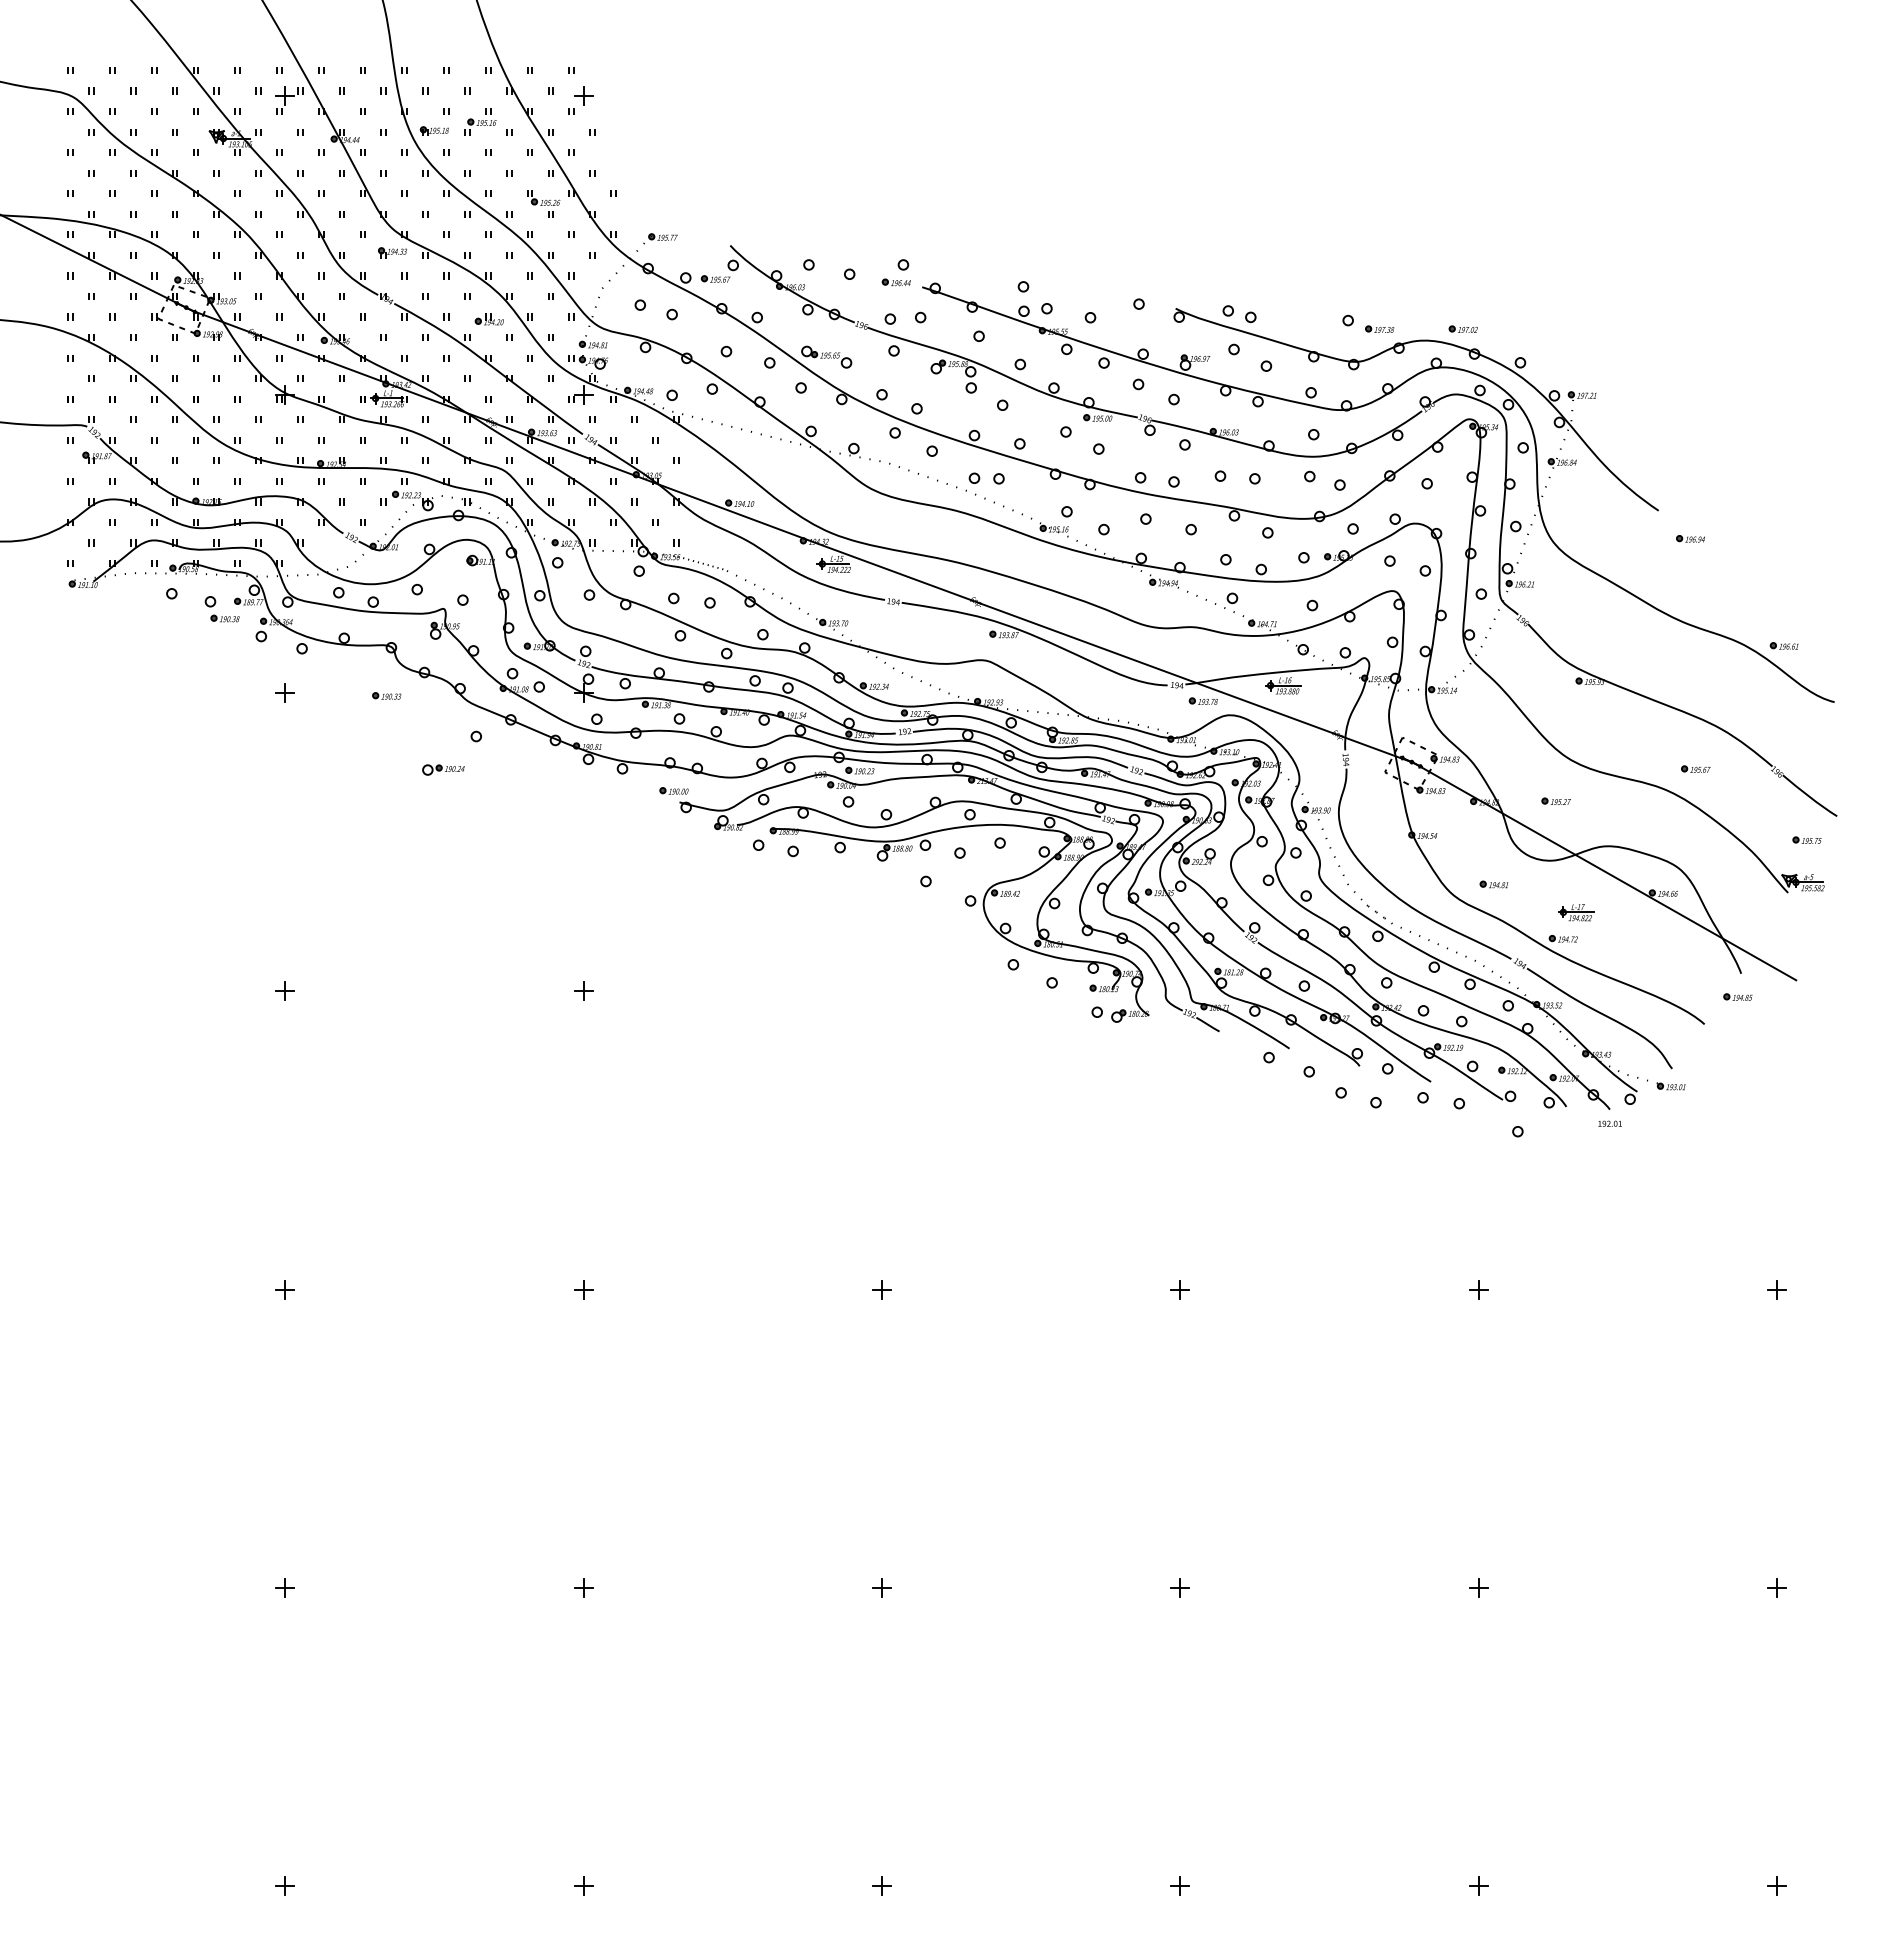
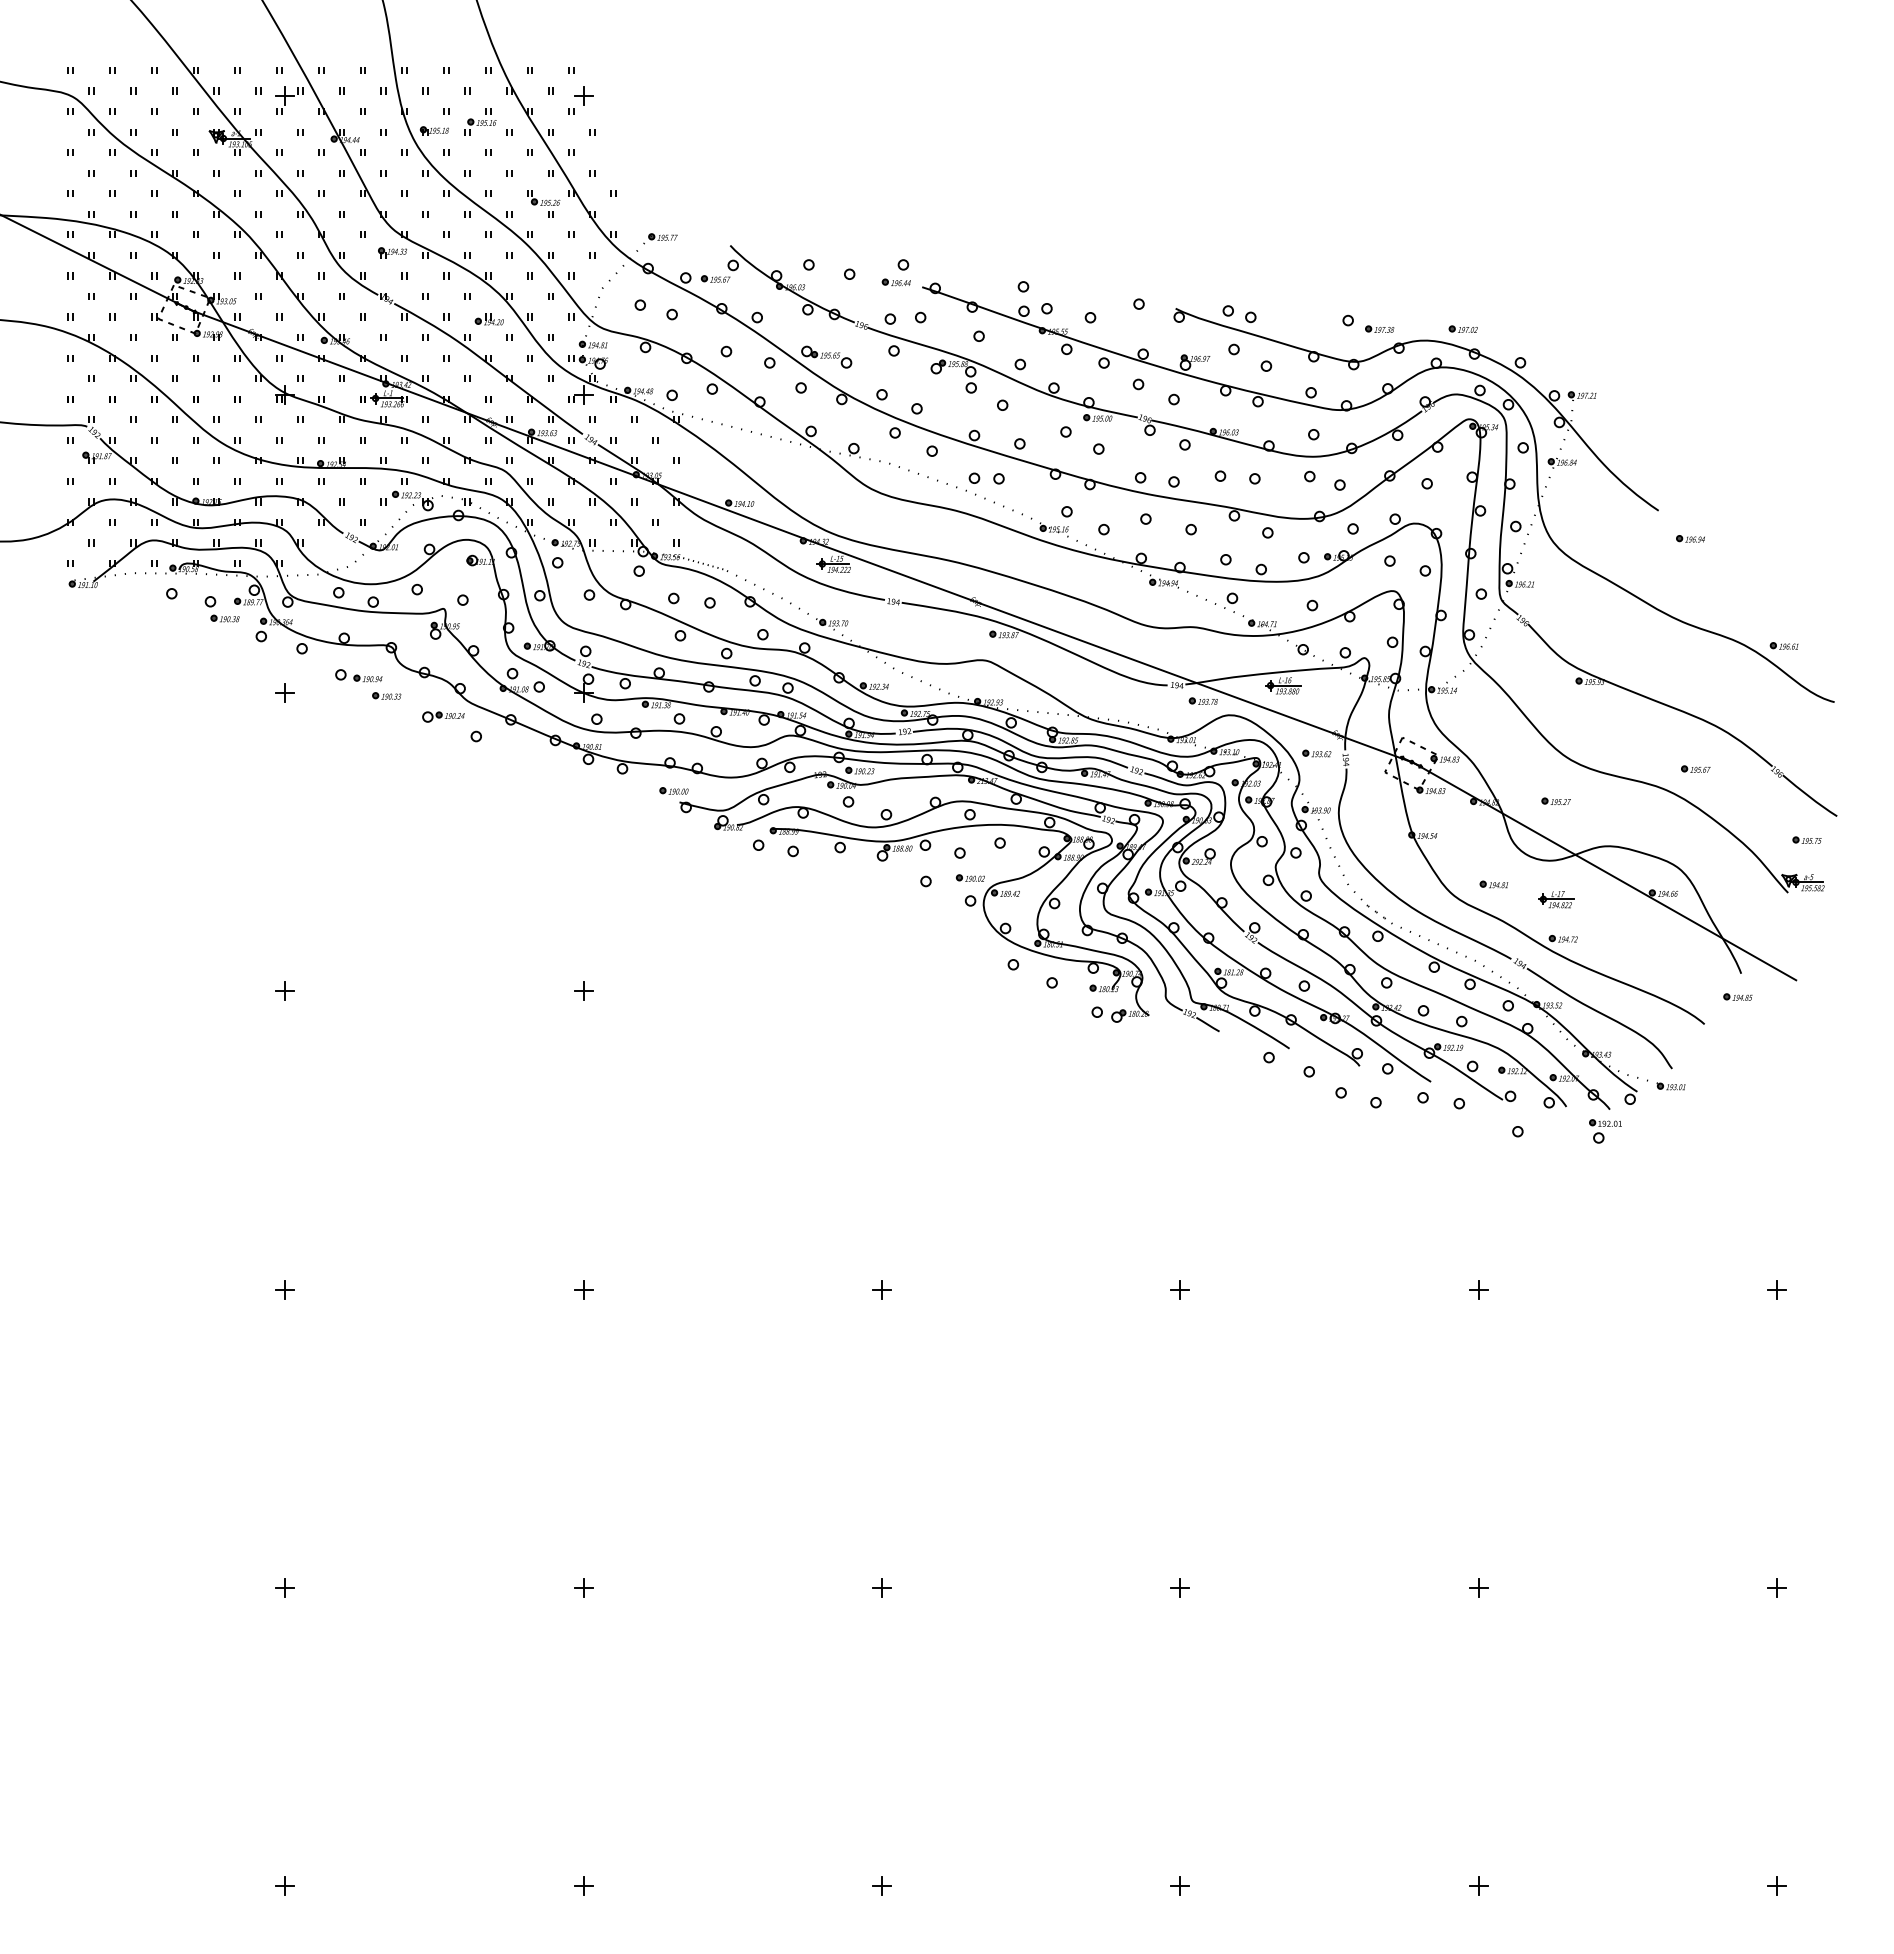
part at (358, 675): none -> present
part at (1316, 753): none -> present
part at (443, 769) position: (443, 769) -> (443, 716)
part at (969, 877): none -> present
part at (1576, 912) position: (1576, 912) -> (1556, 899)
part at (1605, 1131): none -> present
